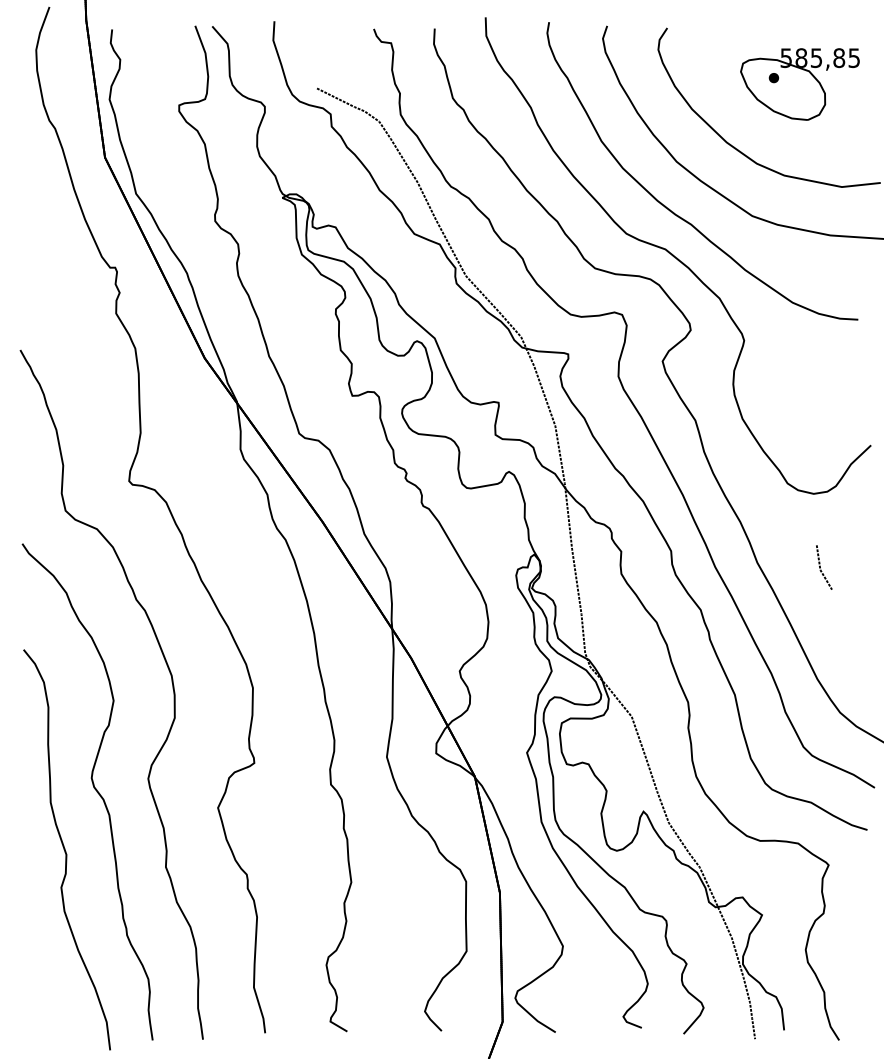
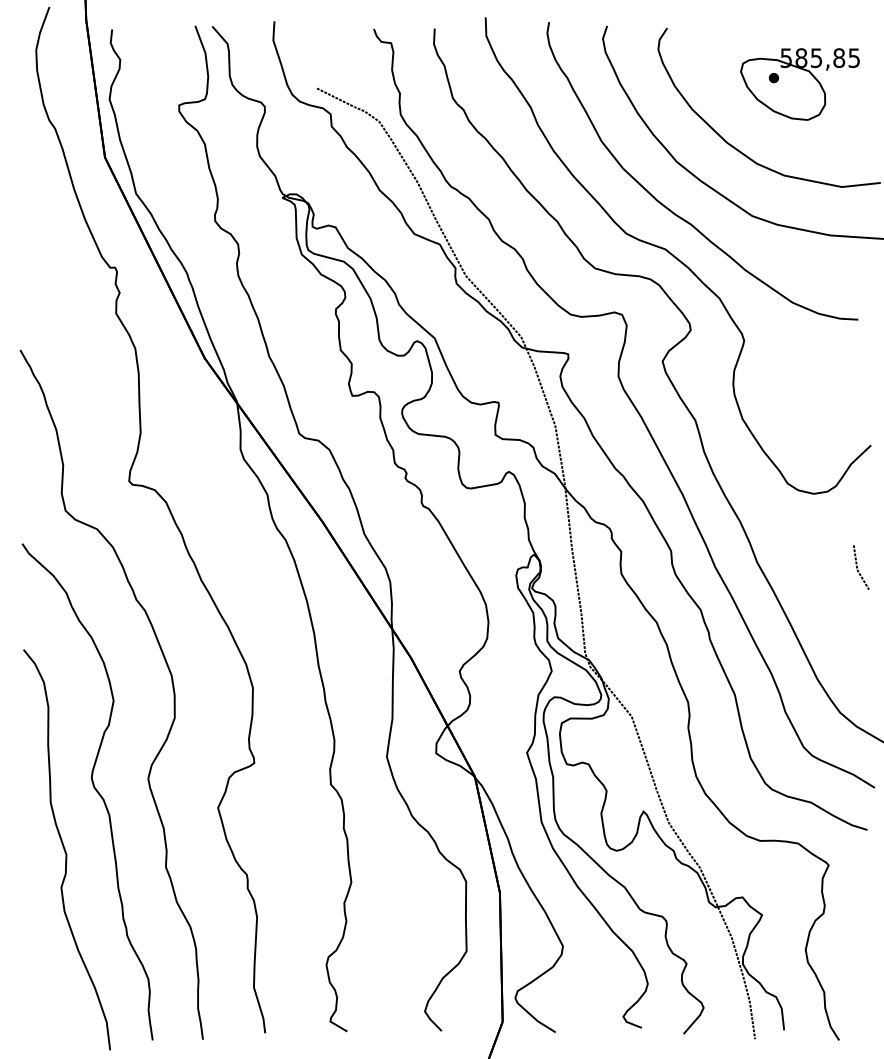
line at (821, 569) position: (821, 569) -> (858, 569)
